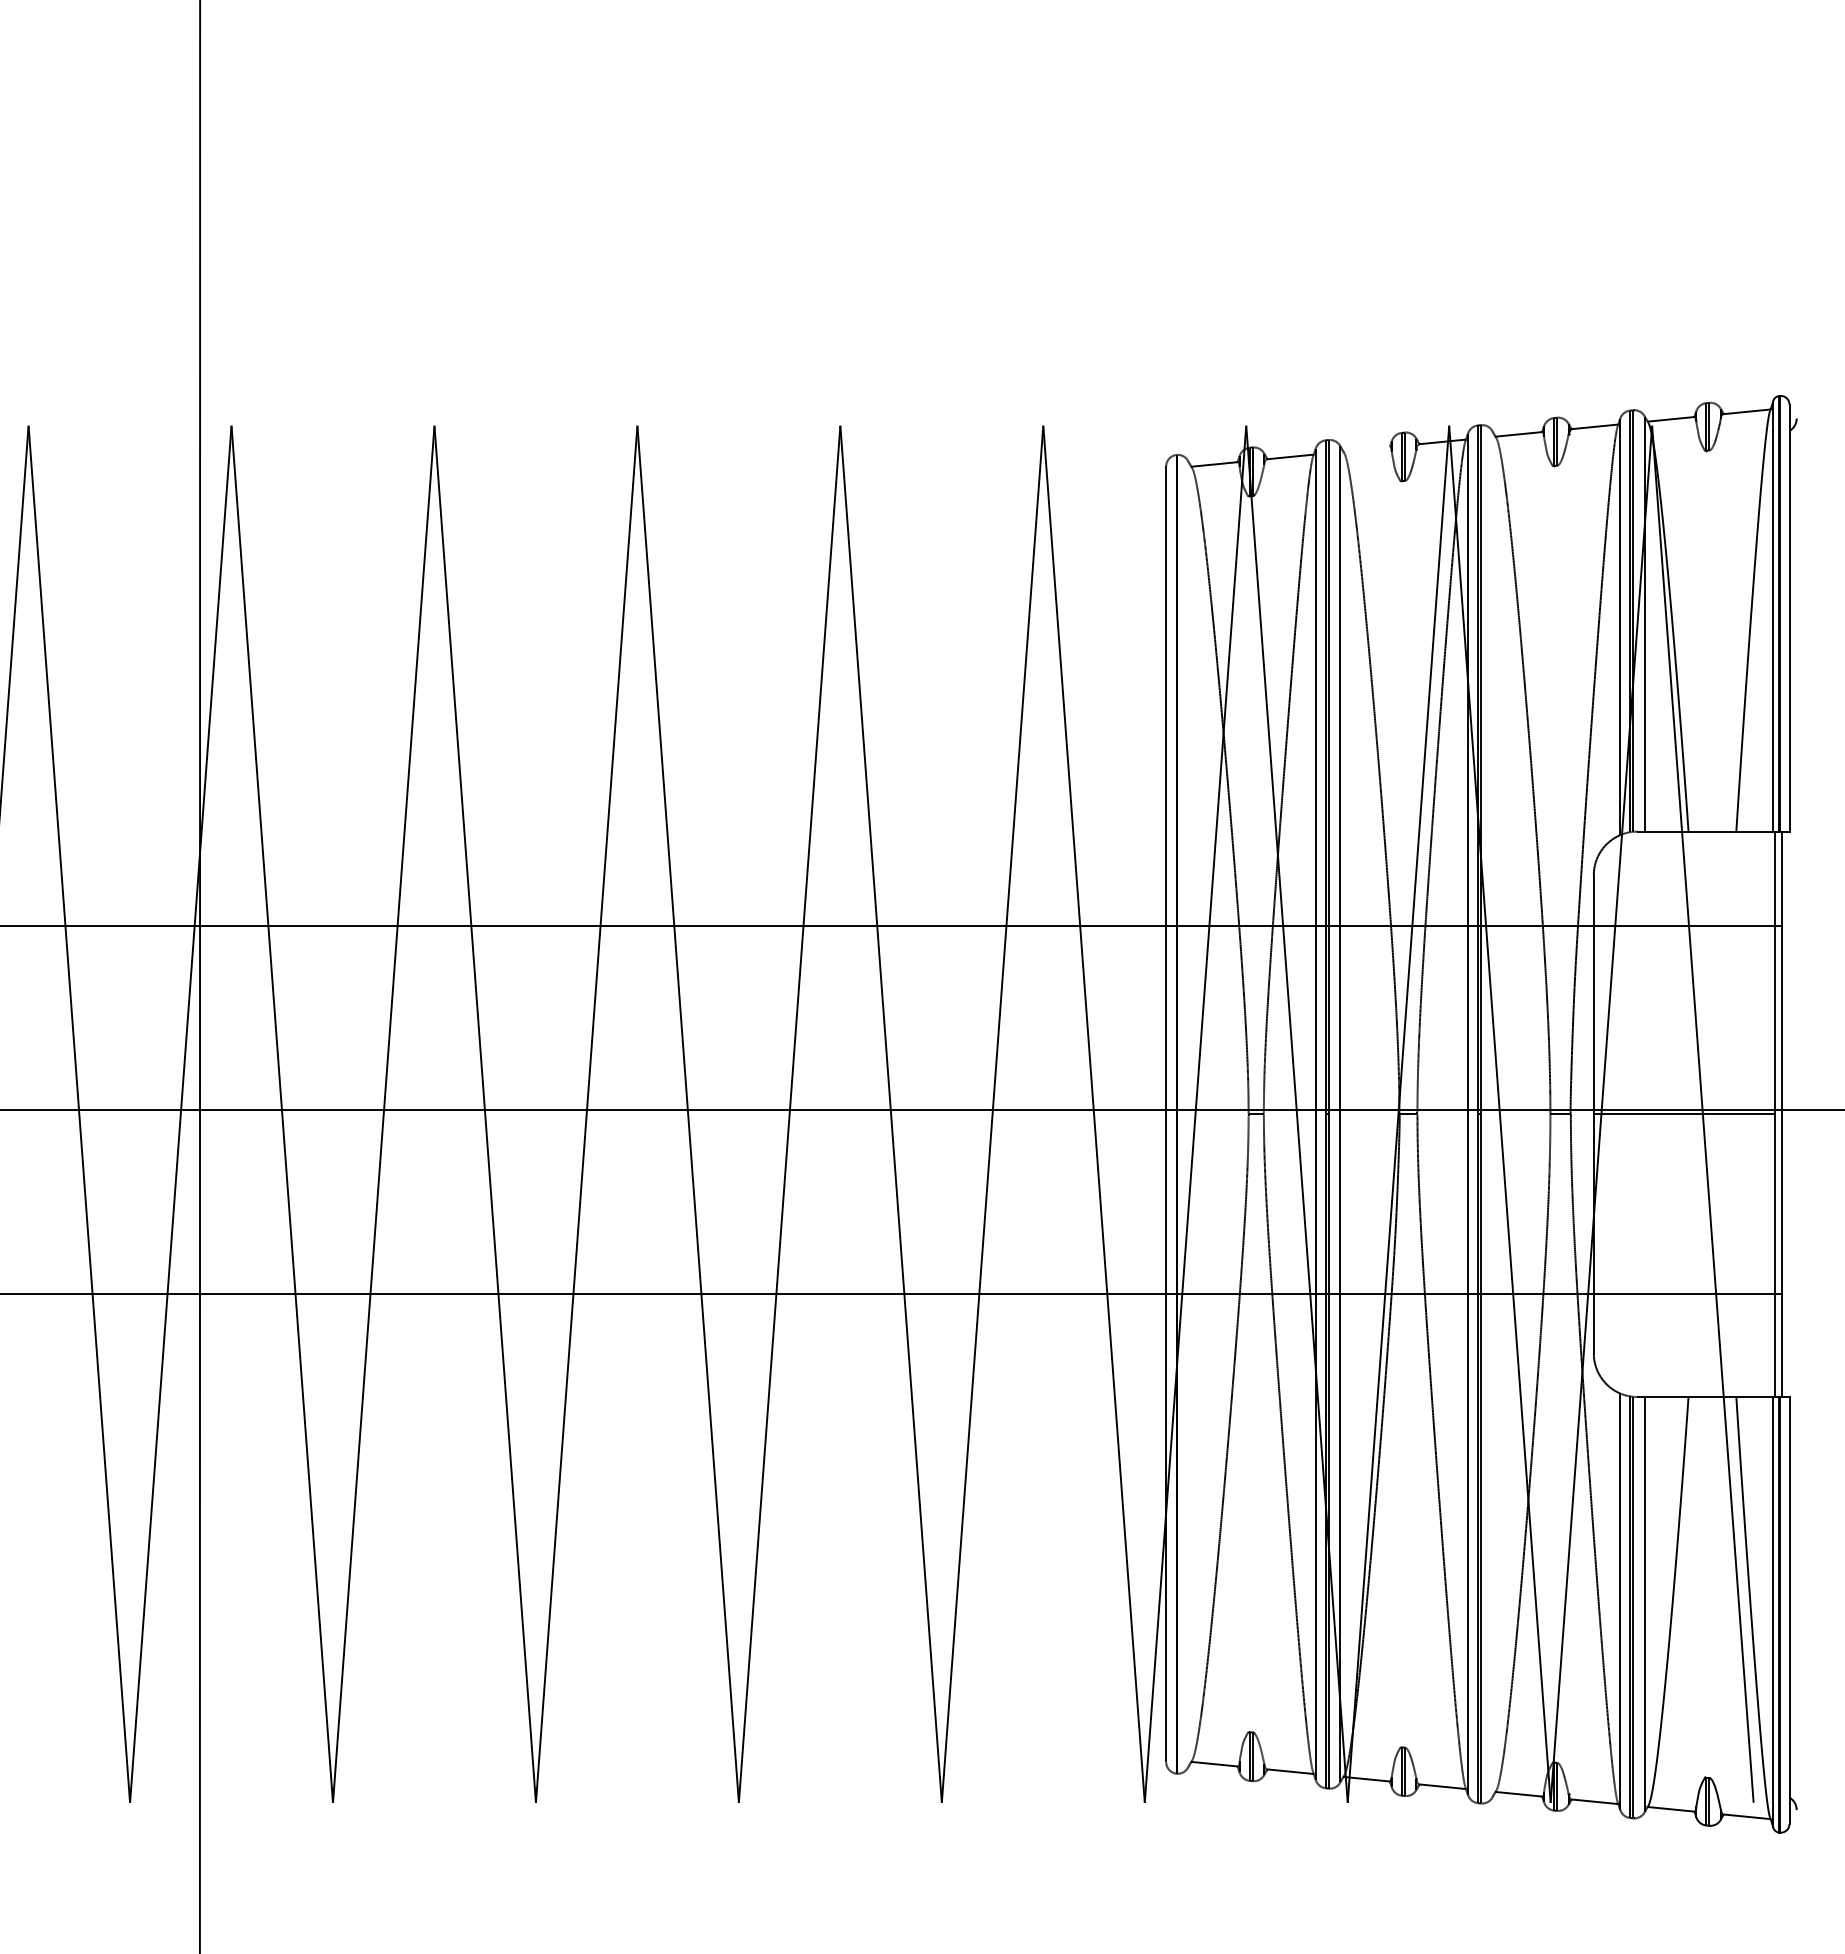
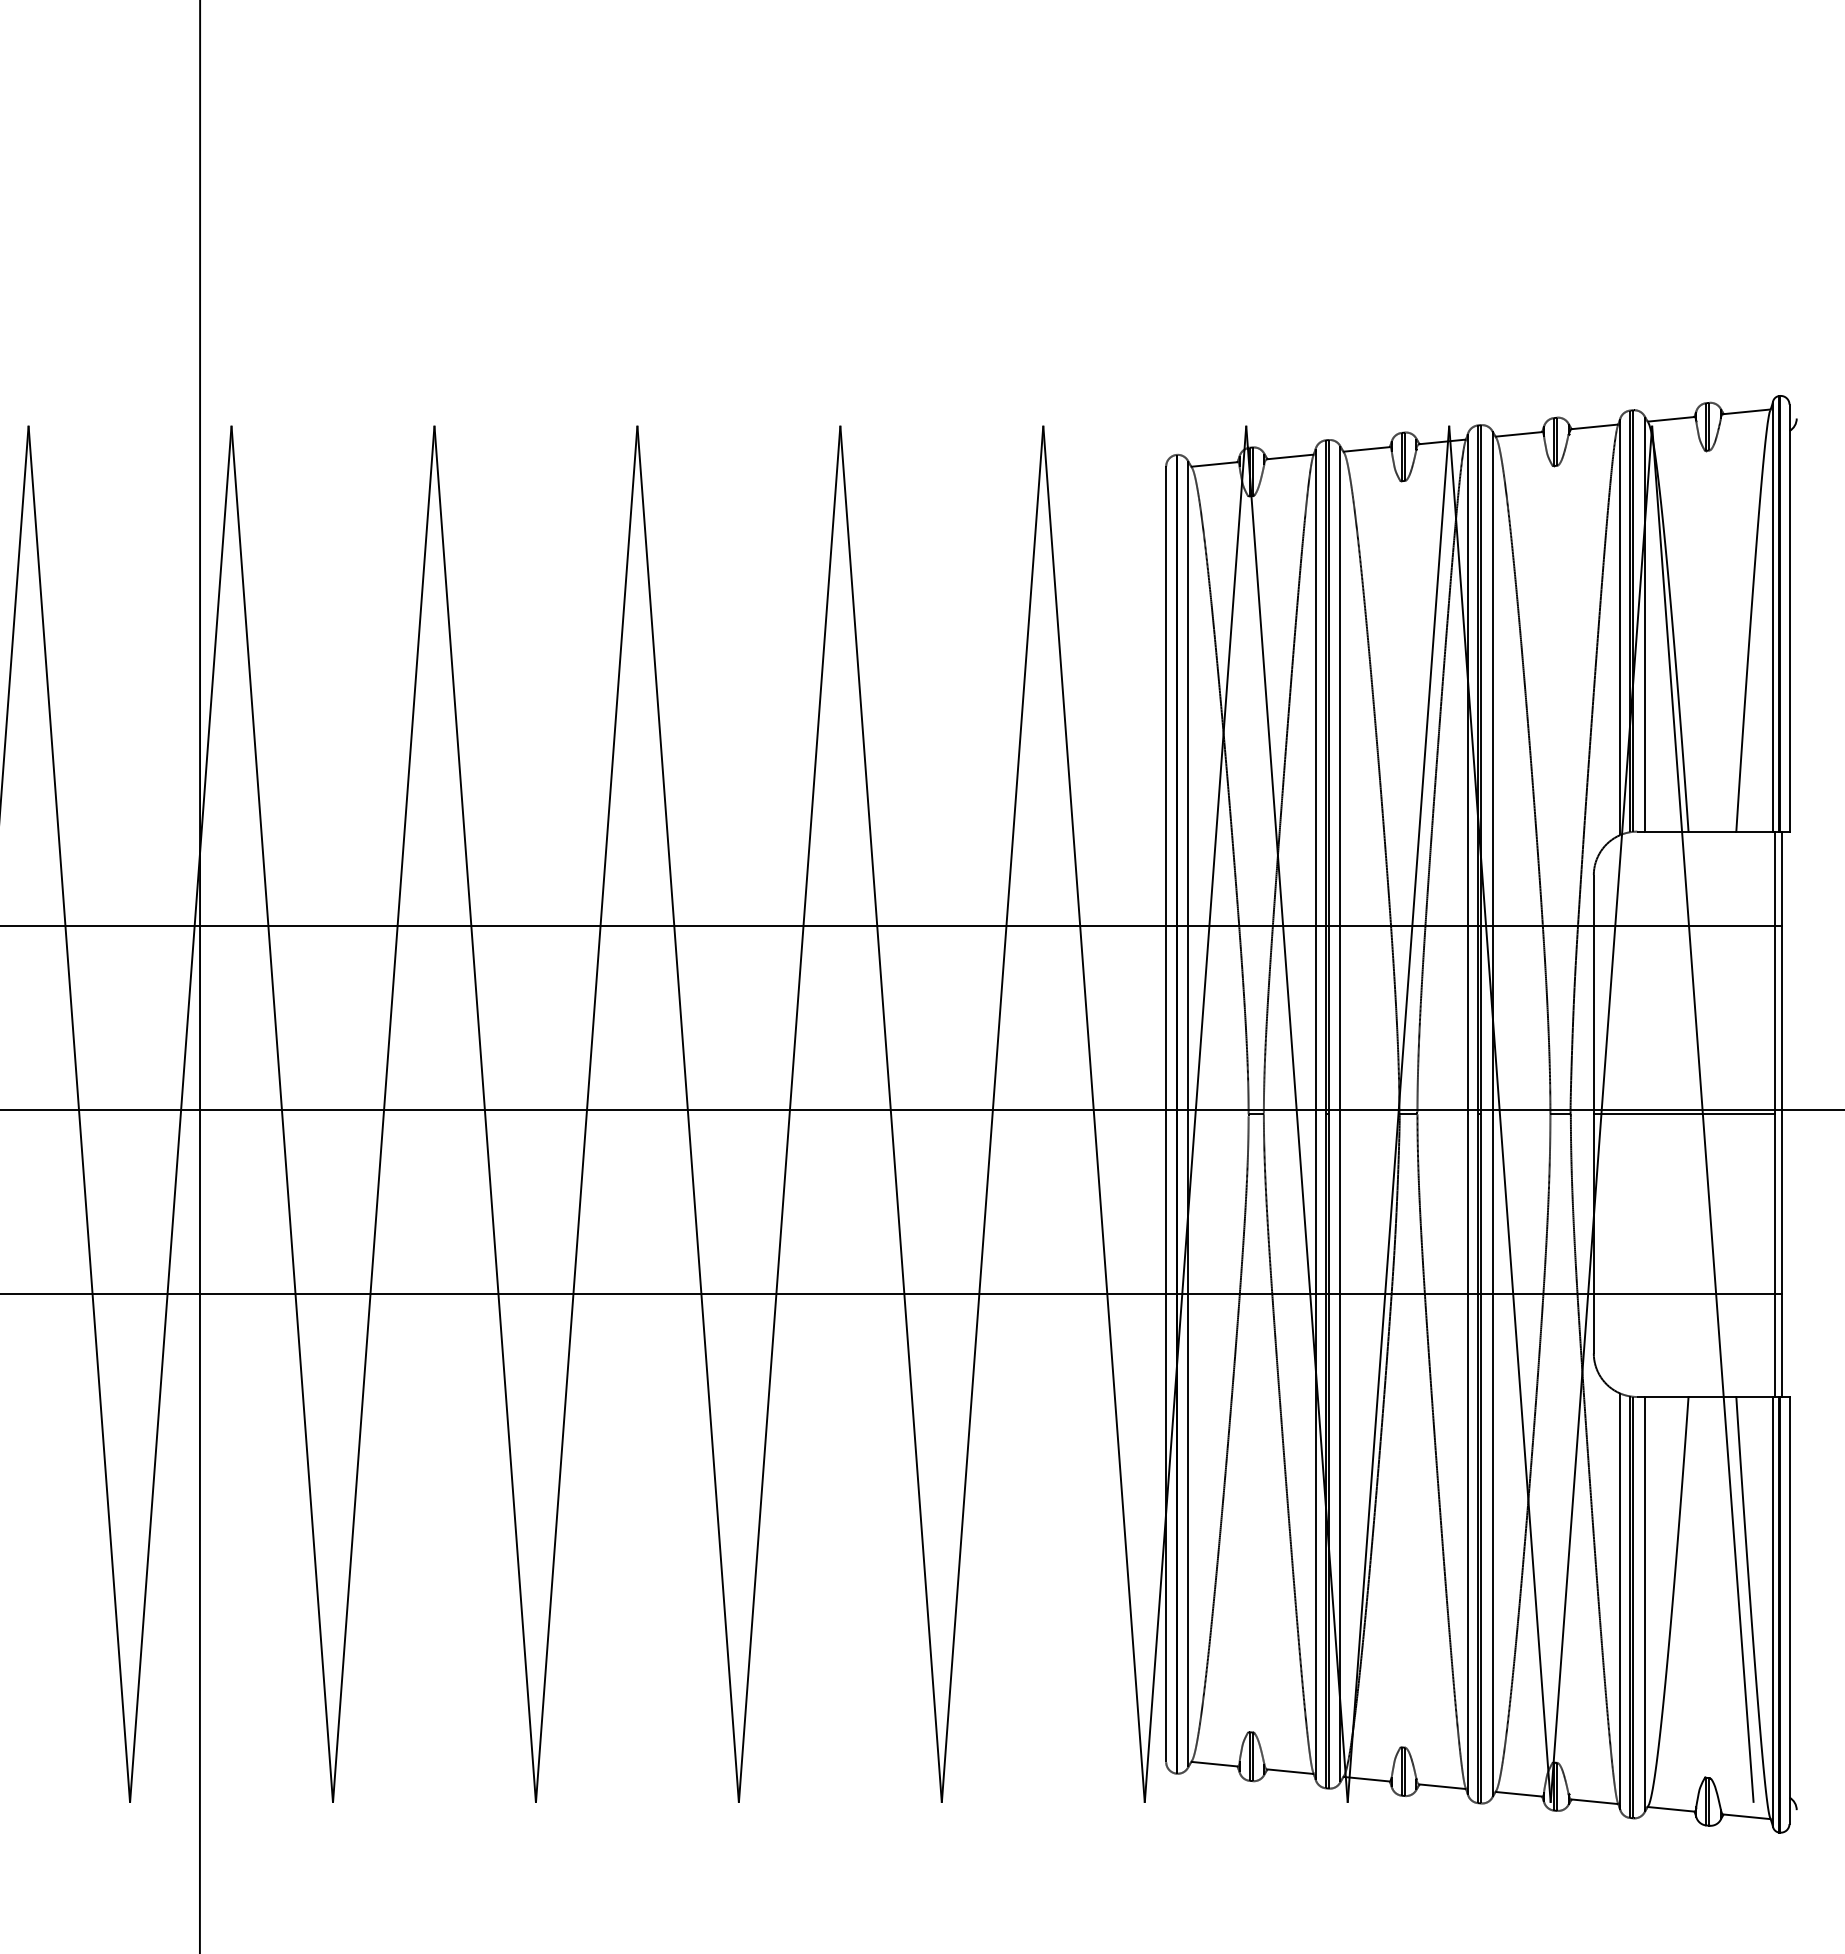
line at (1366, 449): none -> present
line at (1188, 1114): none -> present
line at (1492, 1114): none -> present
